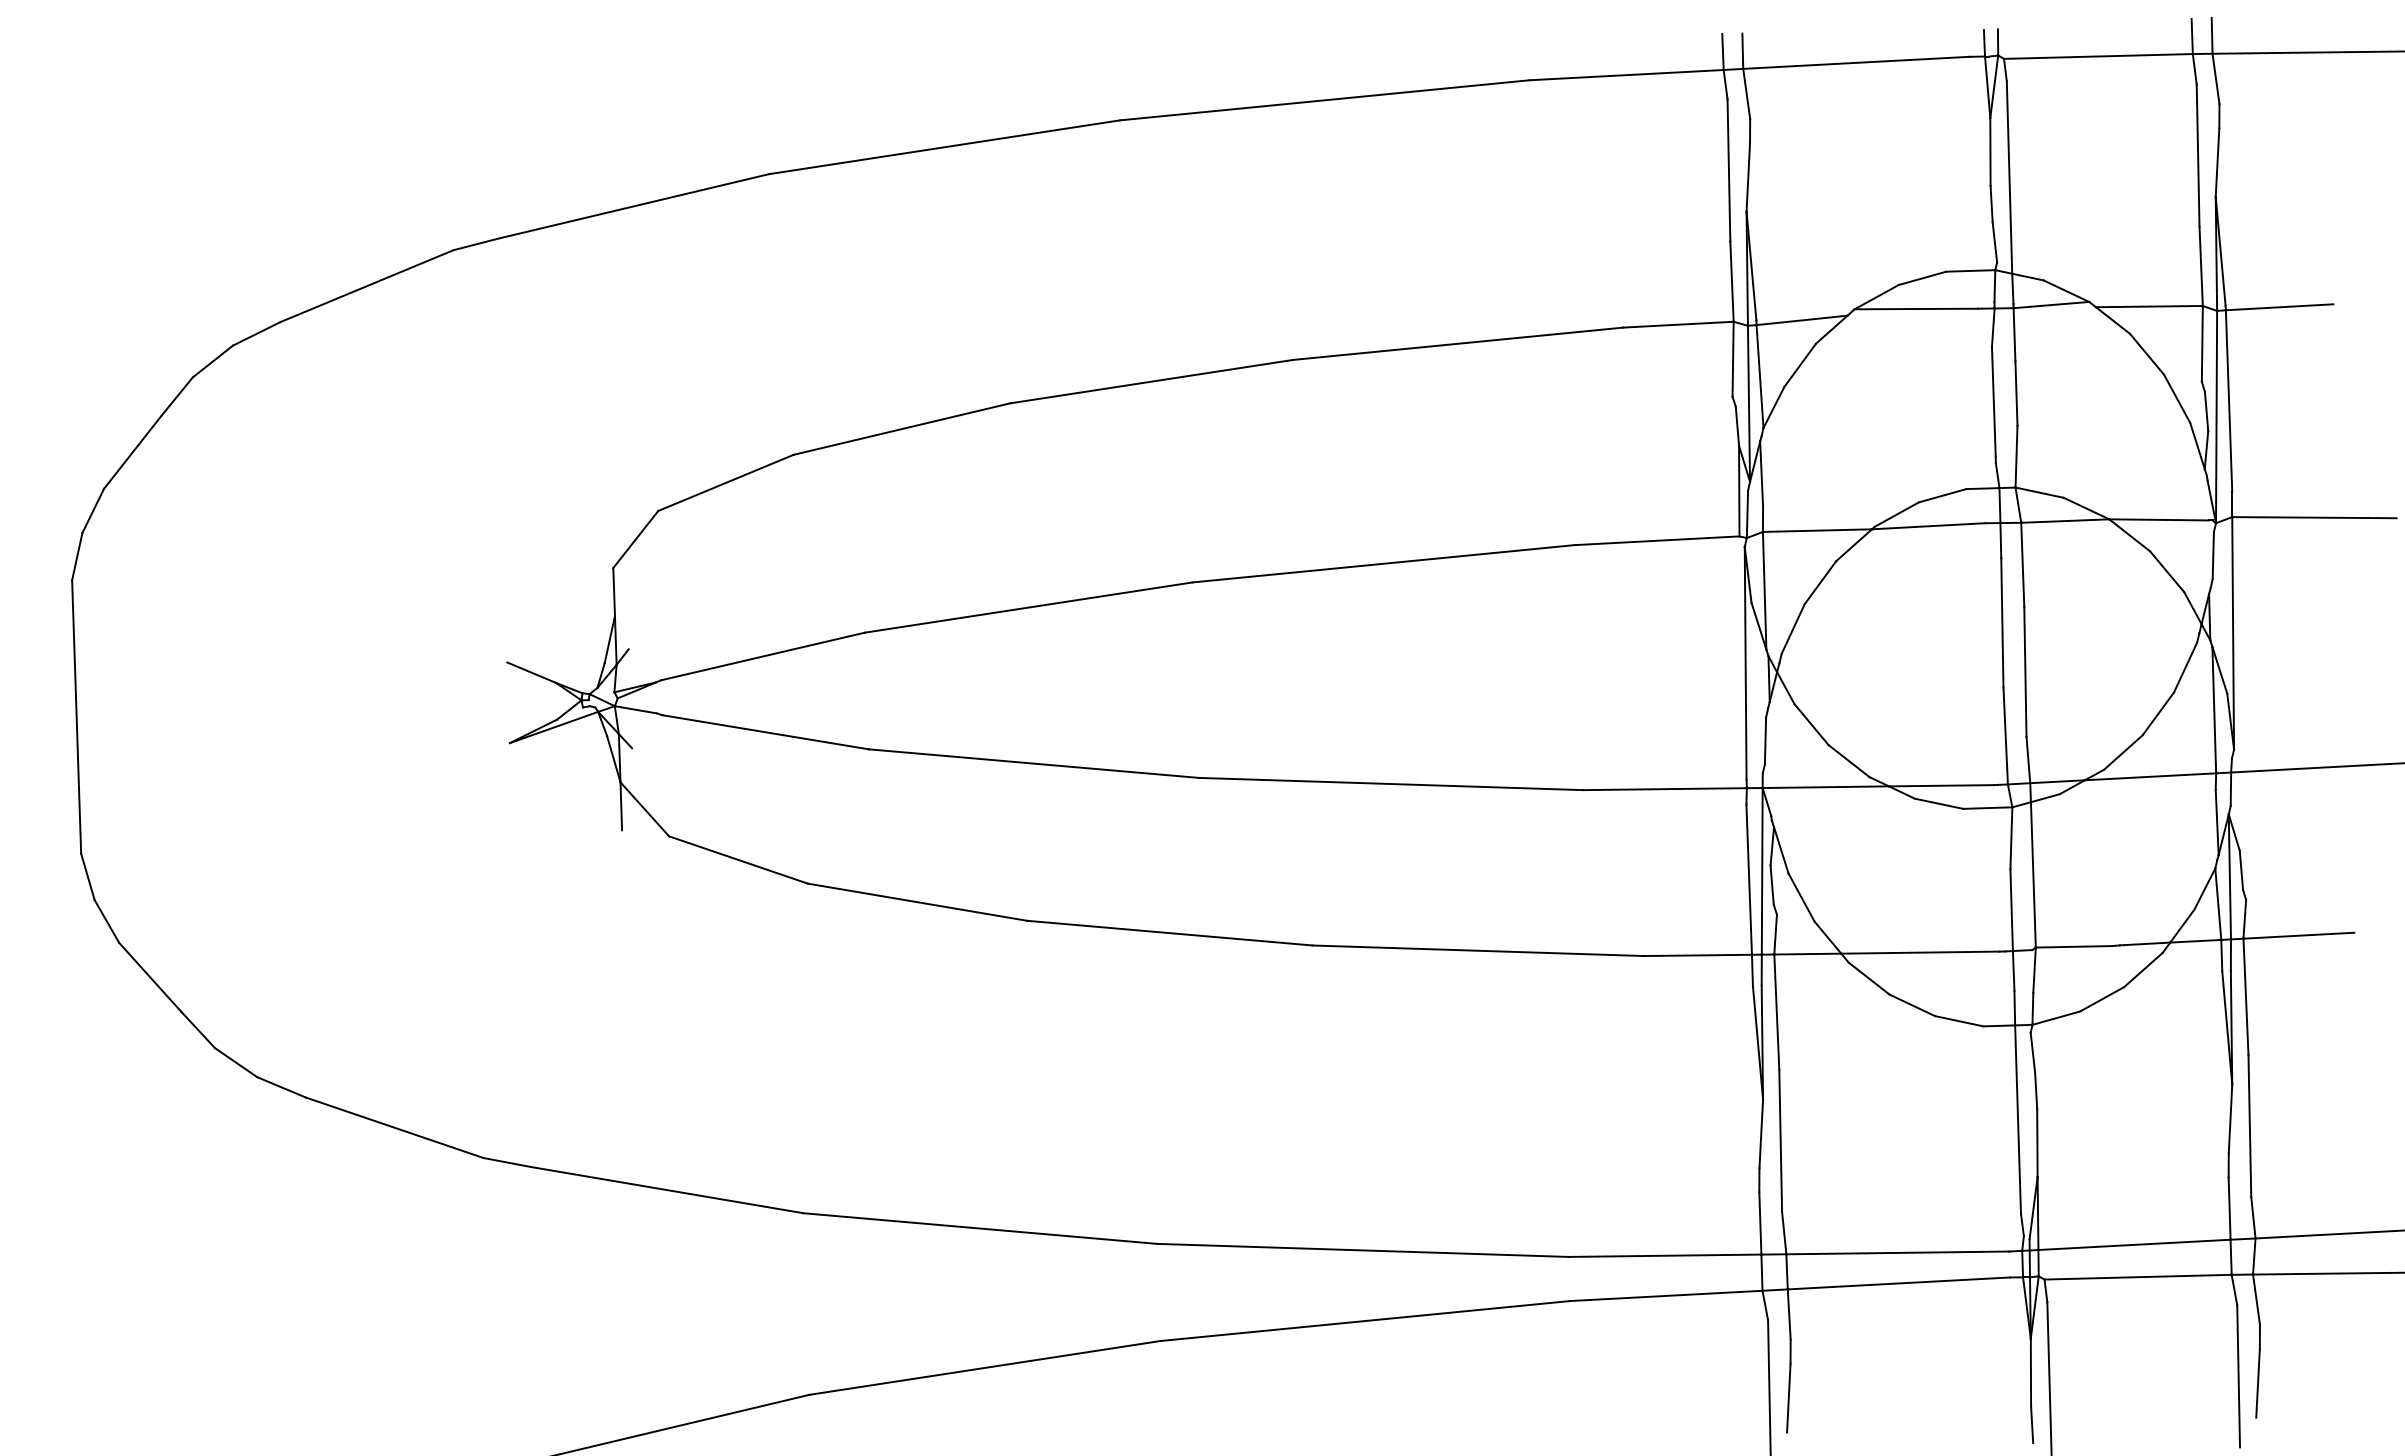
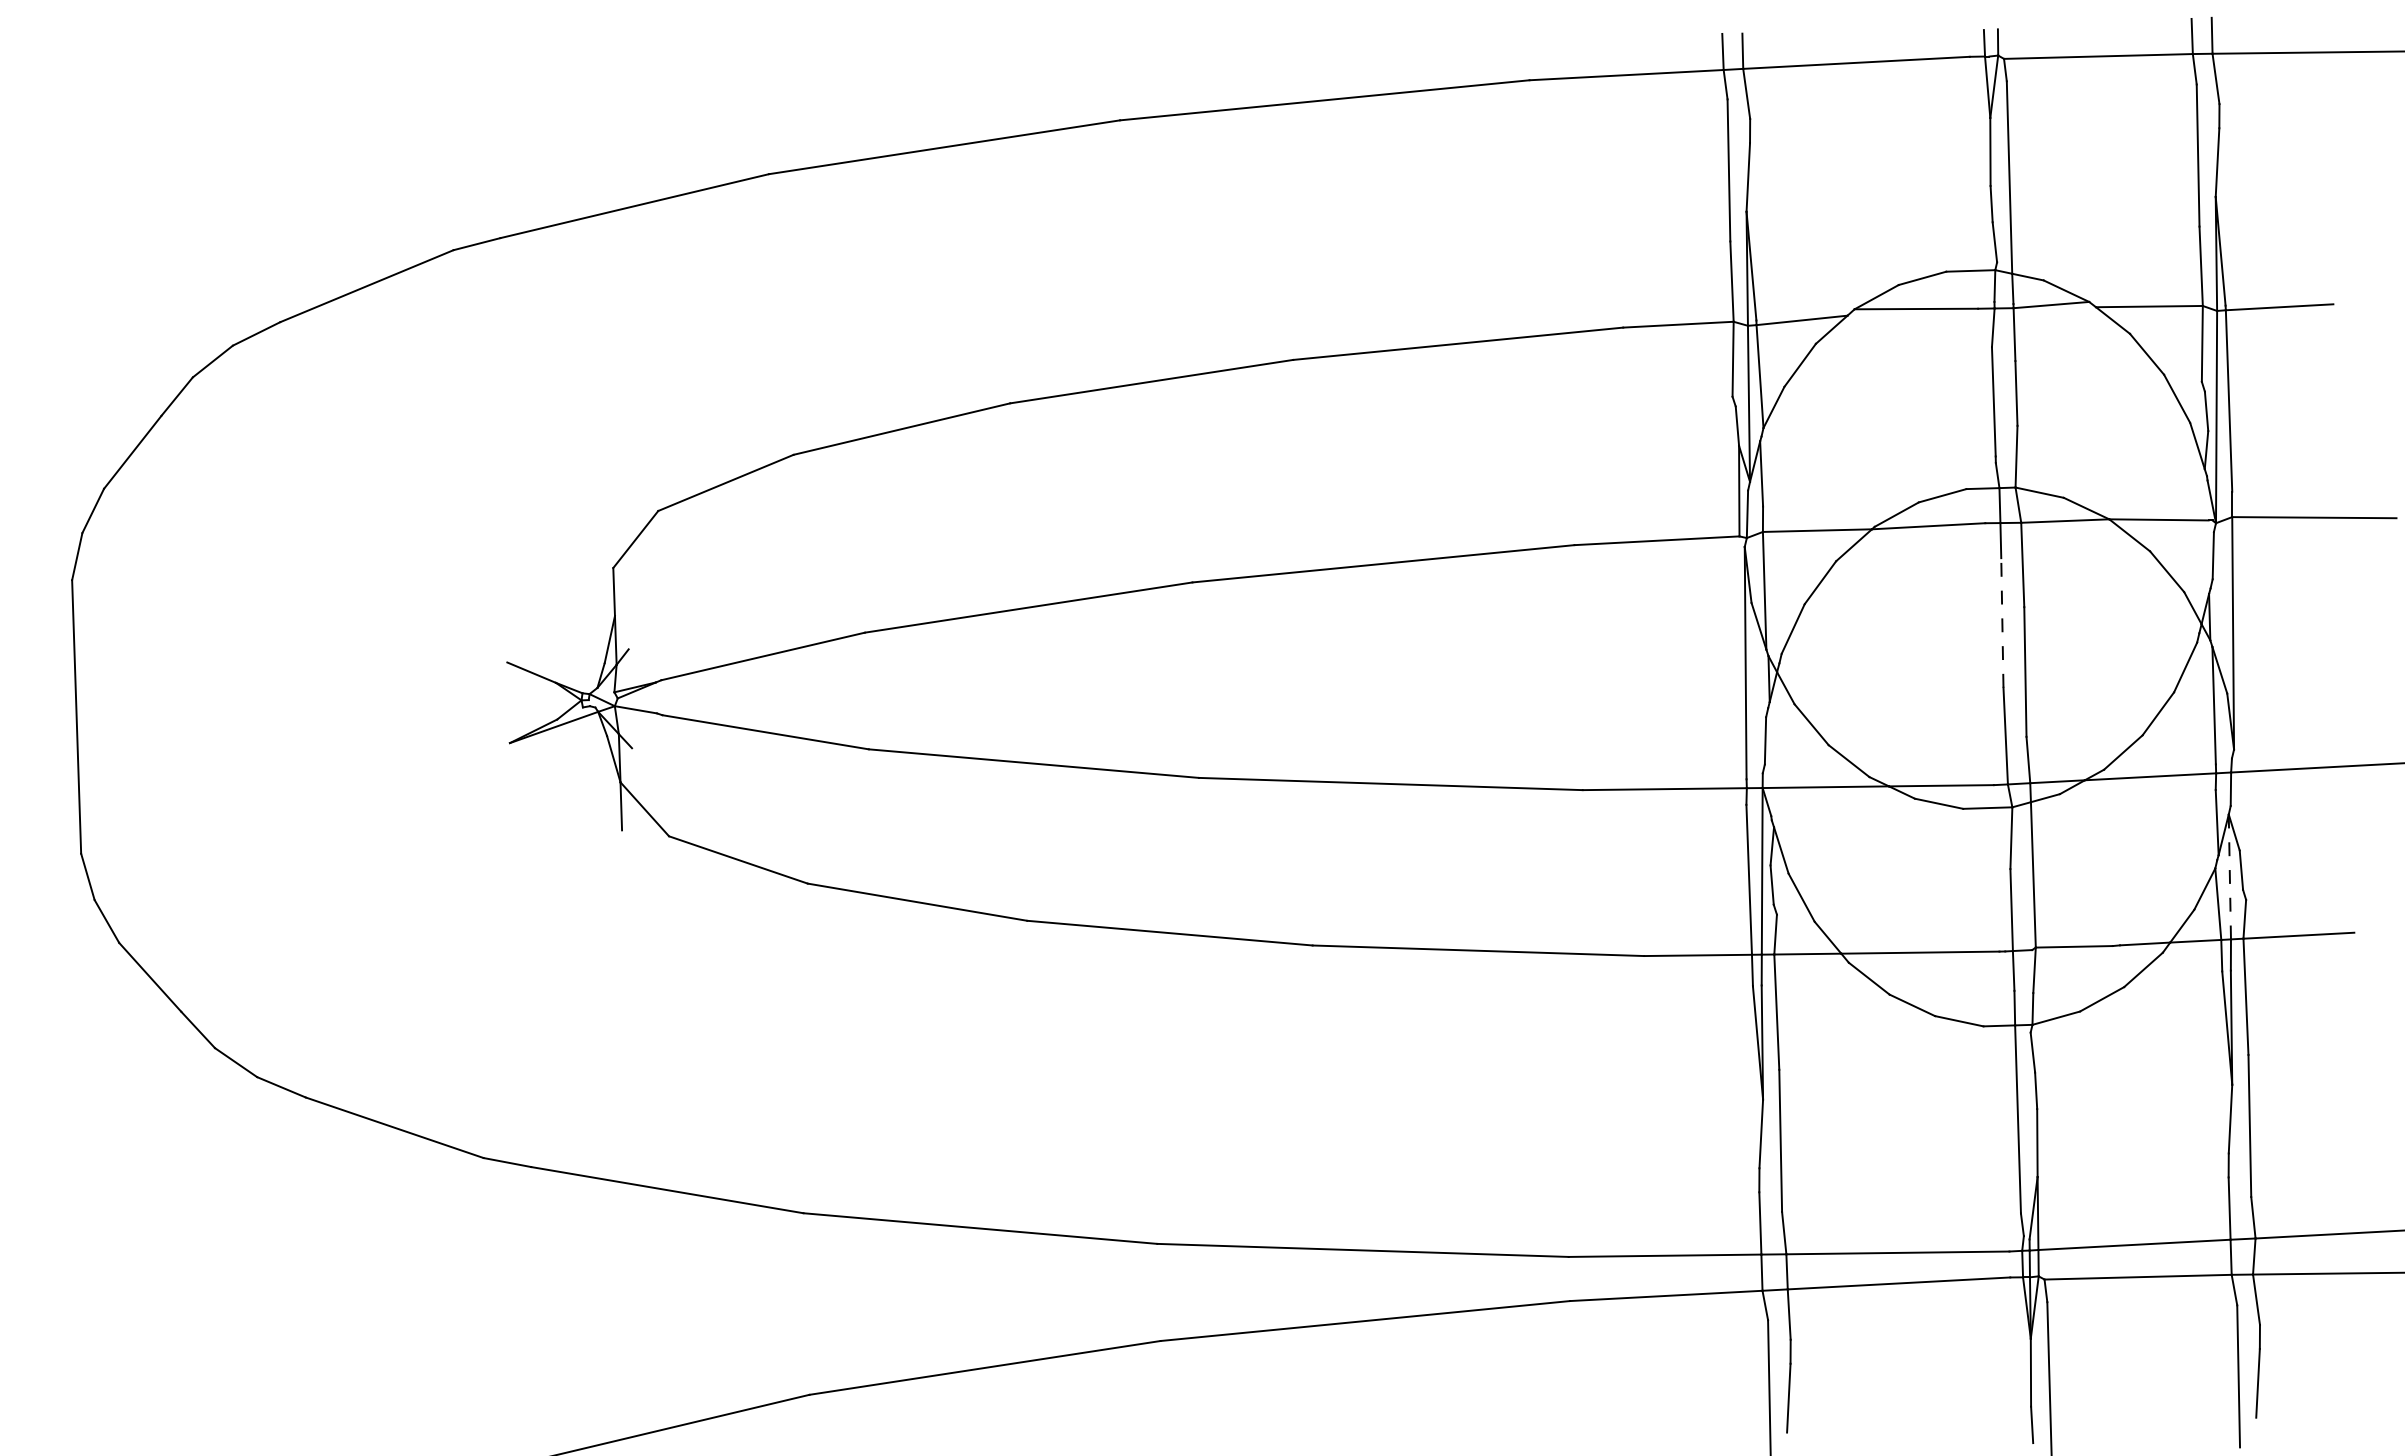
line at (2002, 622): solid -> dashed
line at (2229, 876): solid -> dashed
